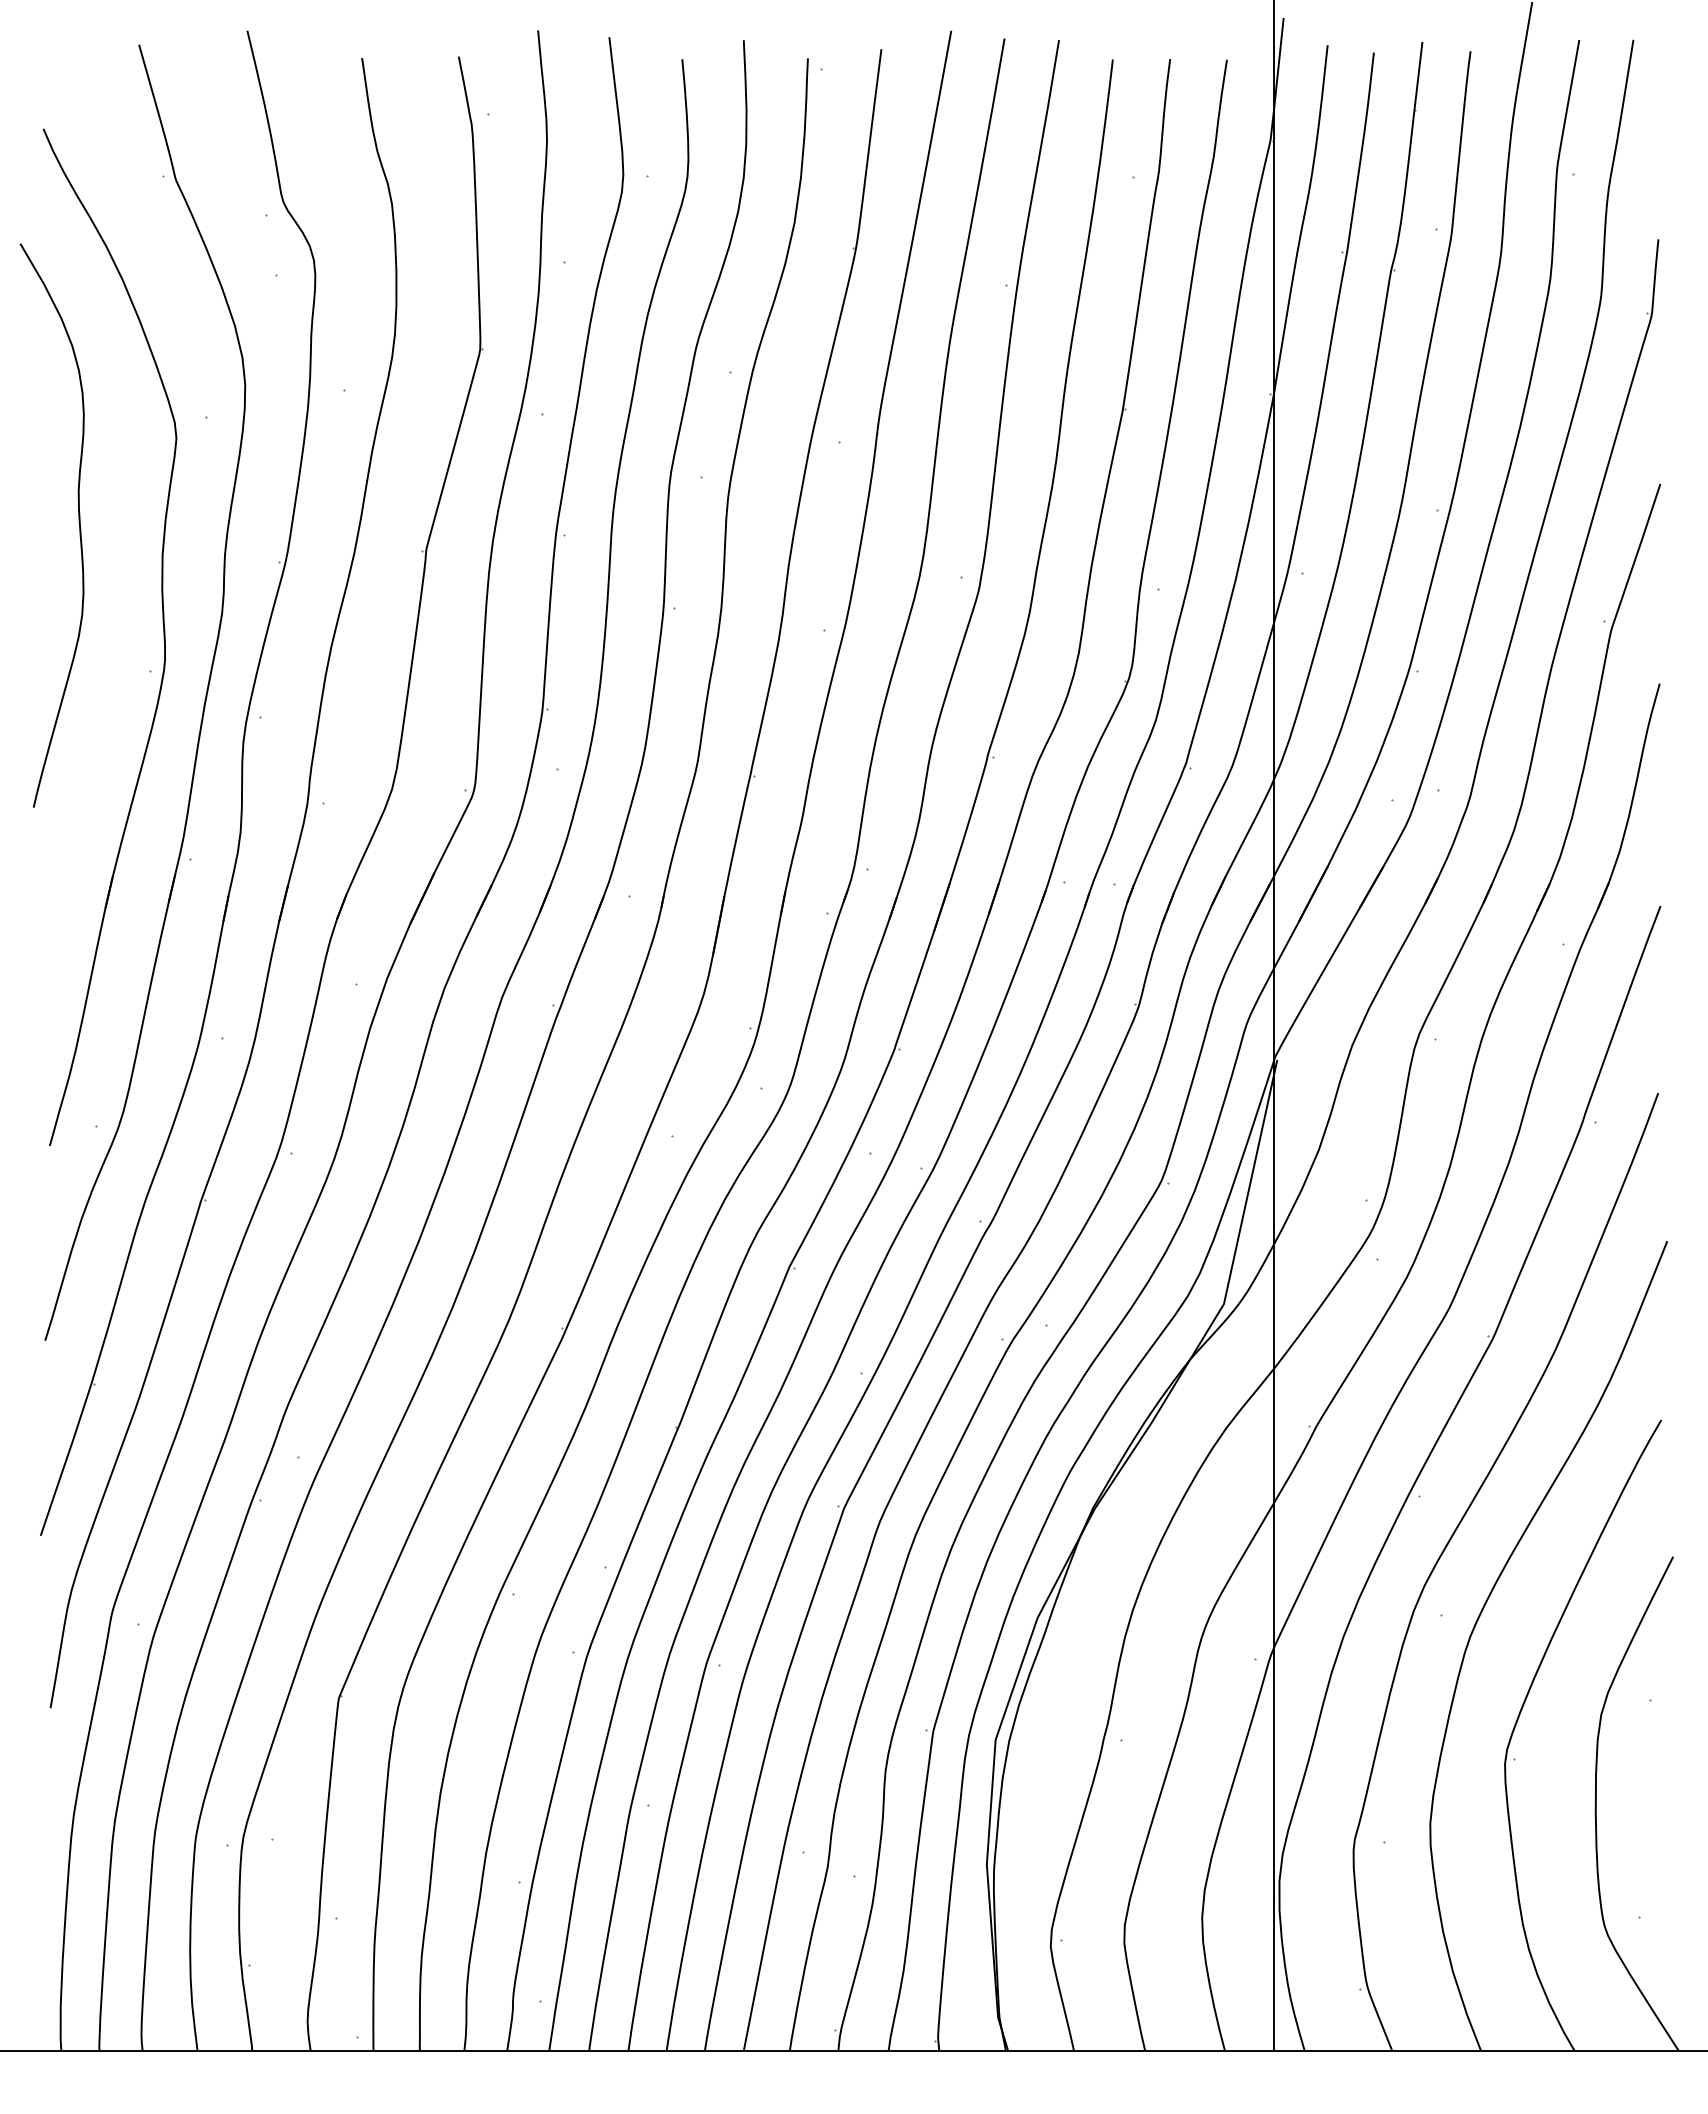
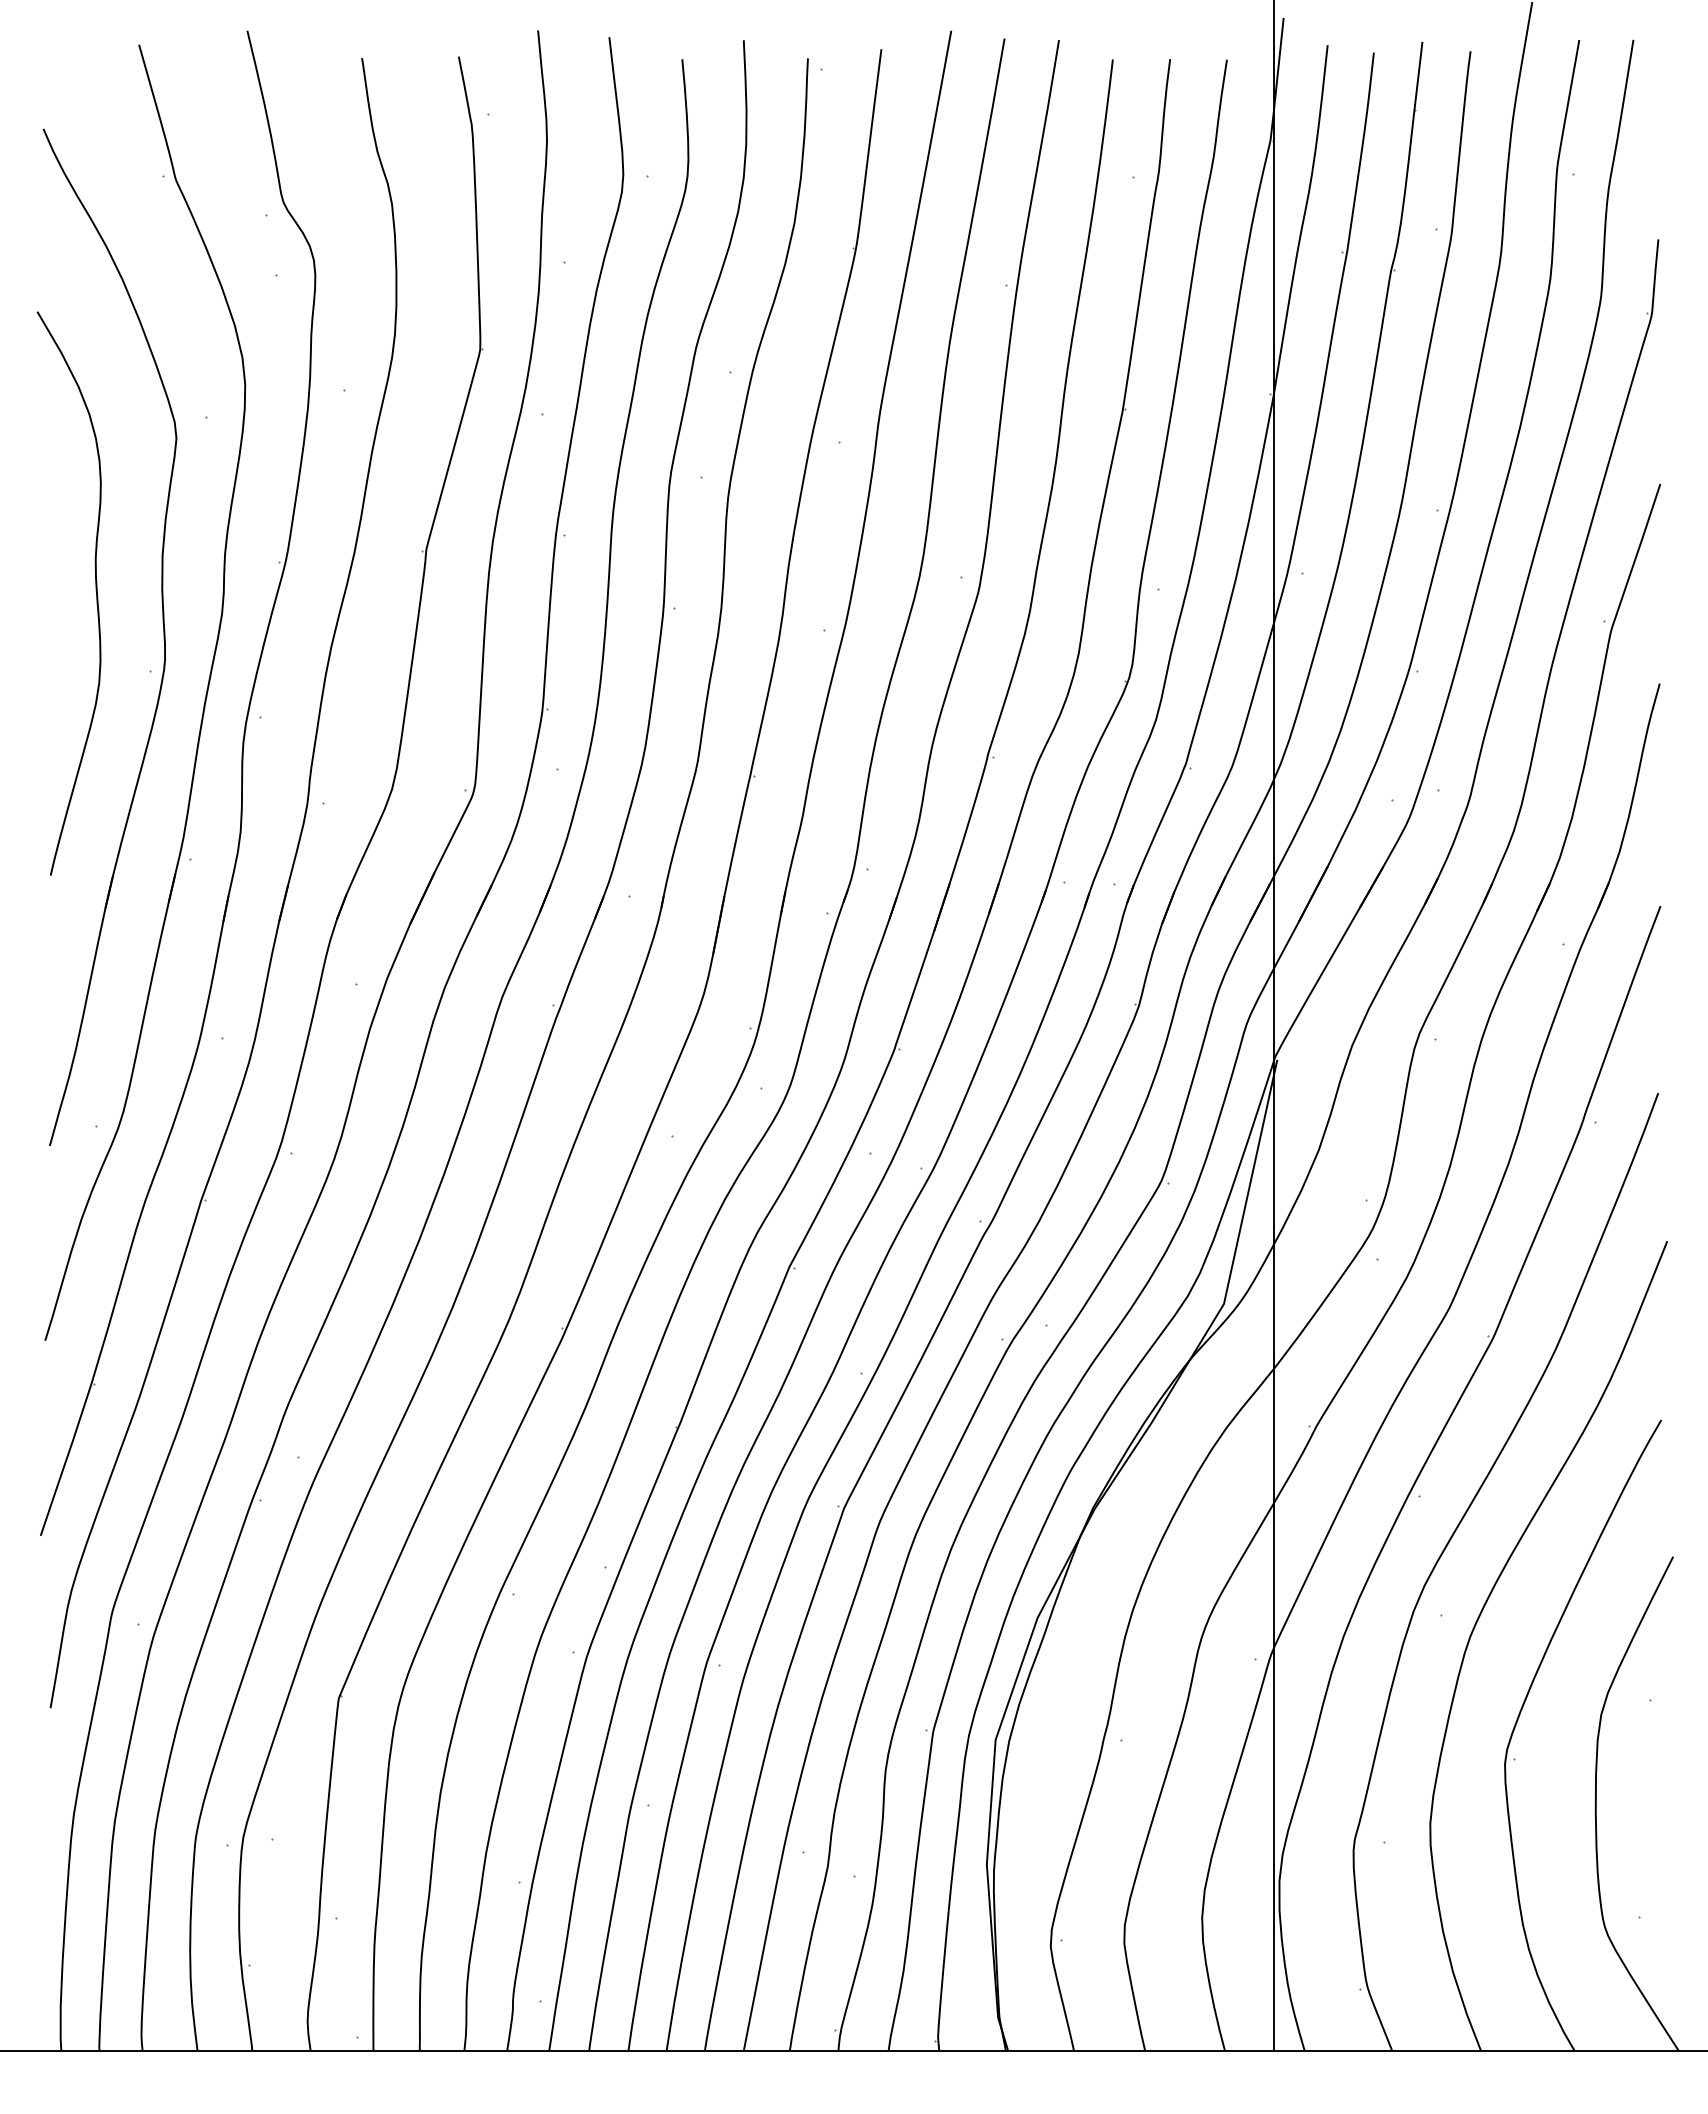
curve at (78, 522) position: (78, 522) -> (95, 590)
